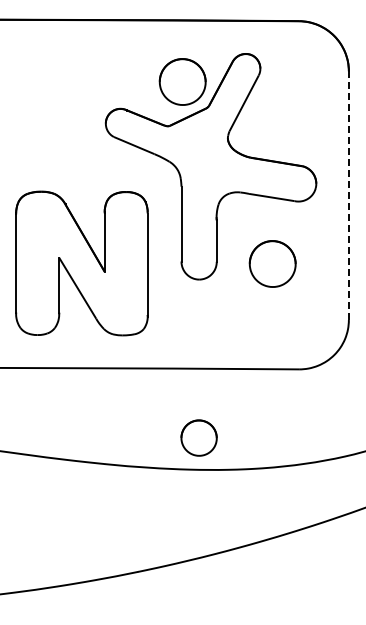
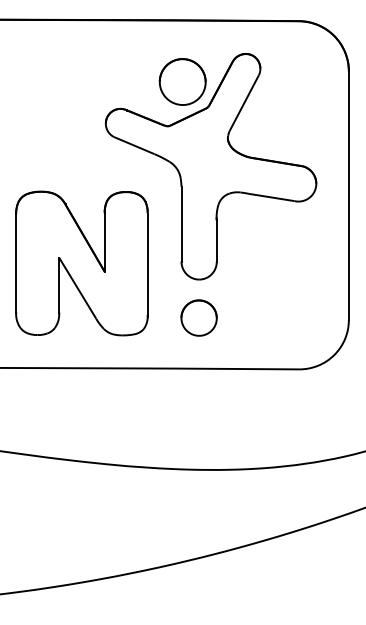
line at (348, 195): dashed -> solid
part at (272, 263): present -> none
part at (198, 437) position: (198, 437) -> (198, 317)
